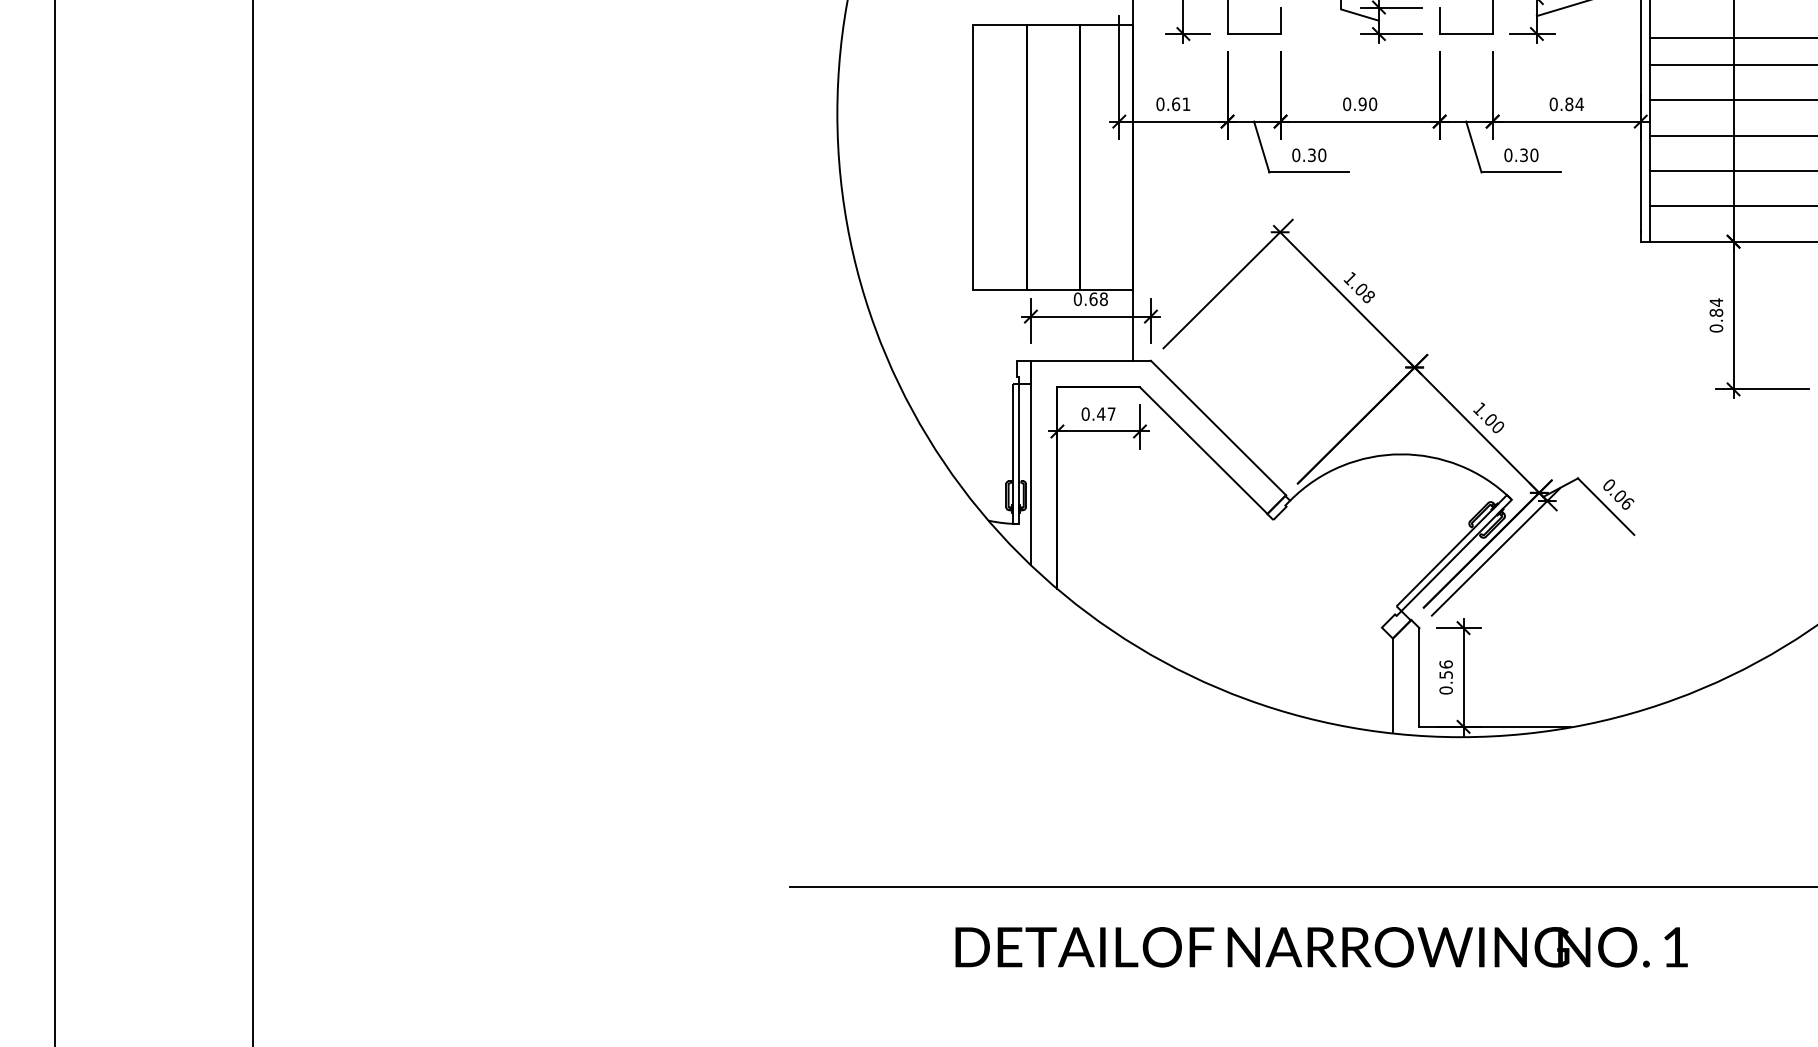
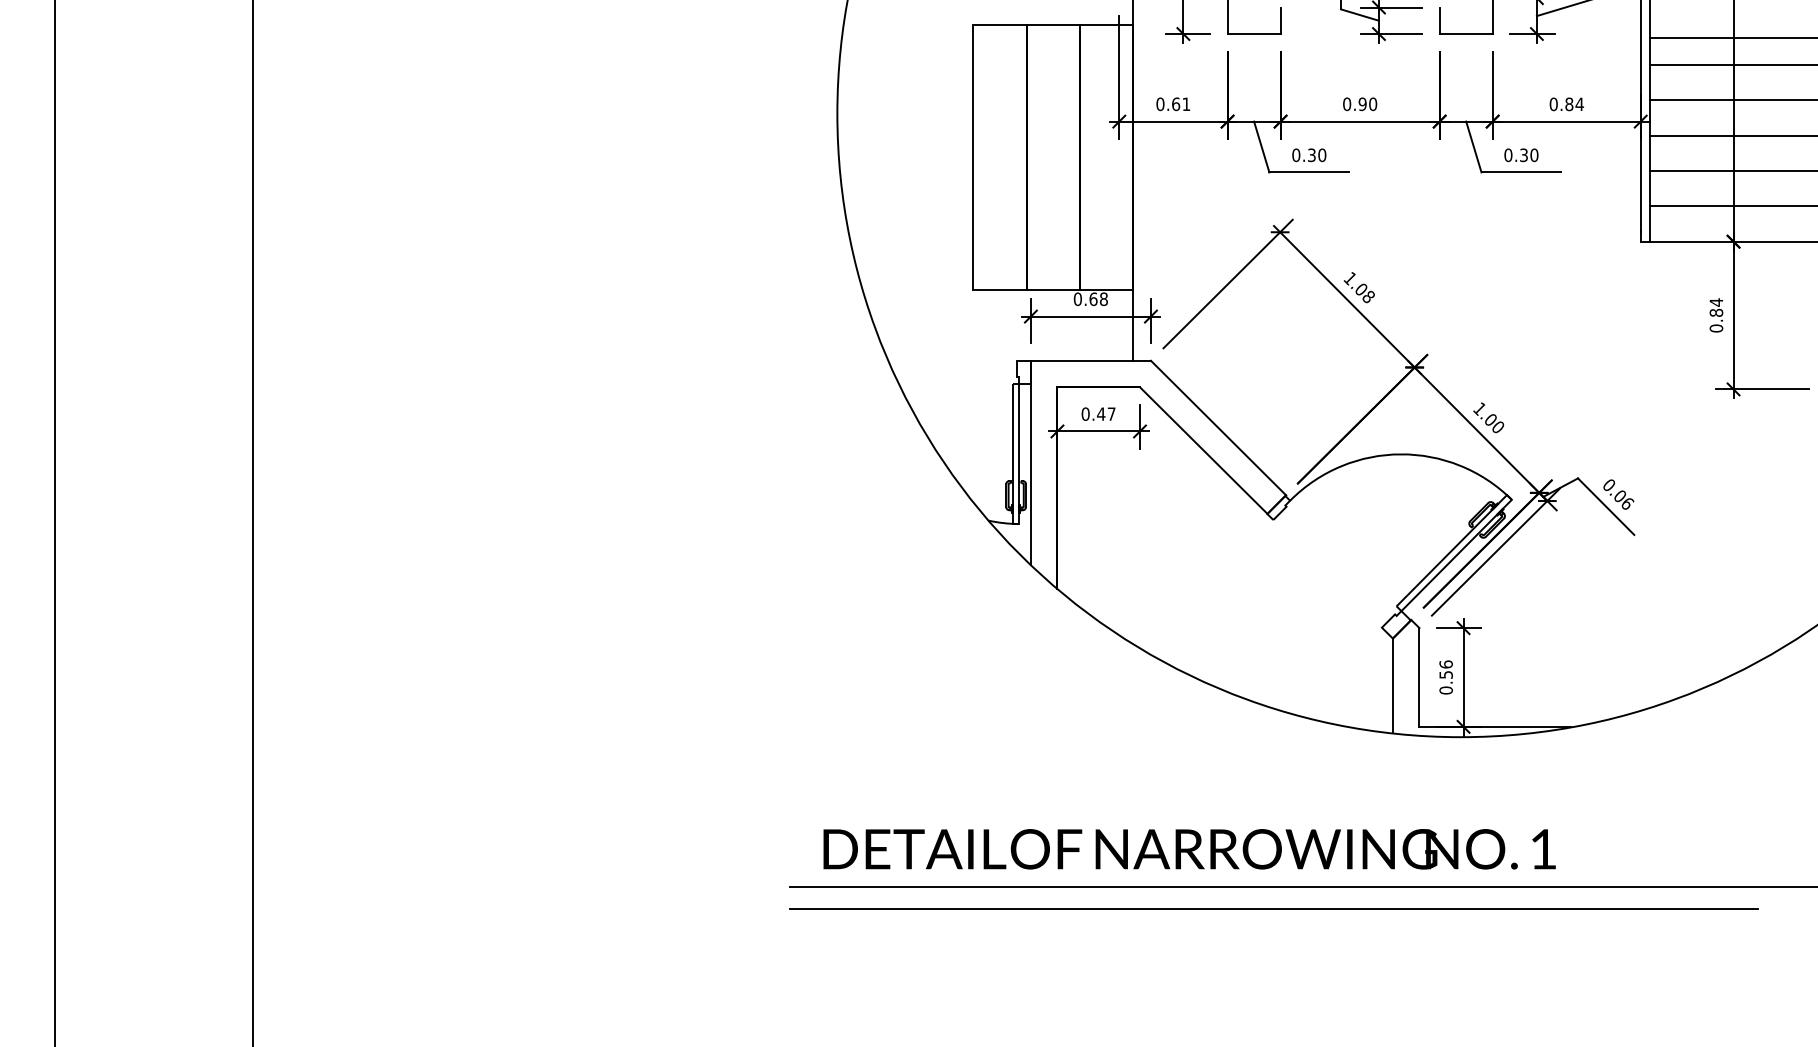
line at (1273, 909): none -> present
text at (1321, 947) position: (1321, 947) -> (1189, 849)
